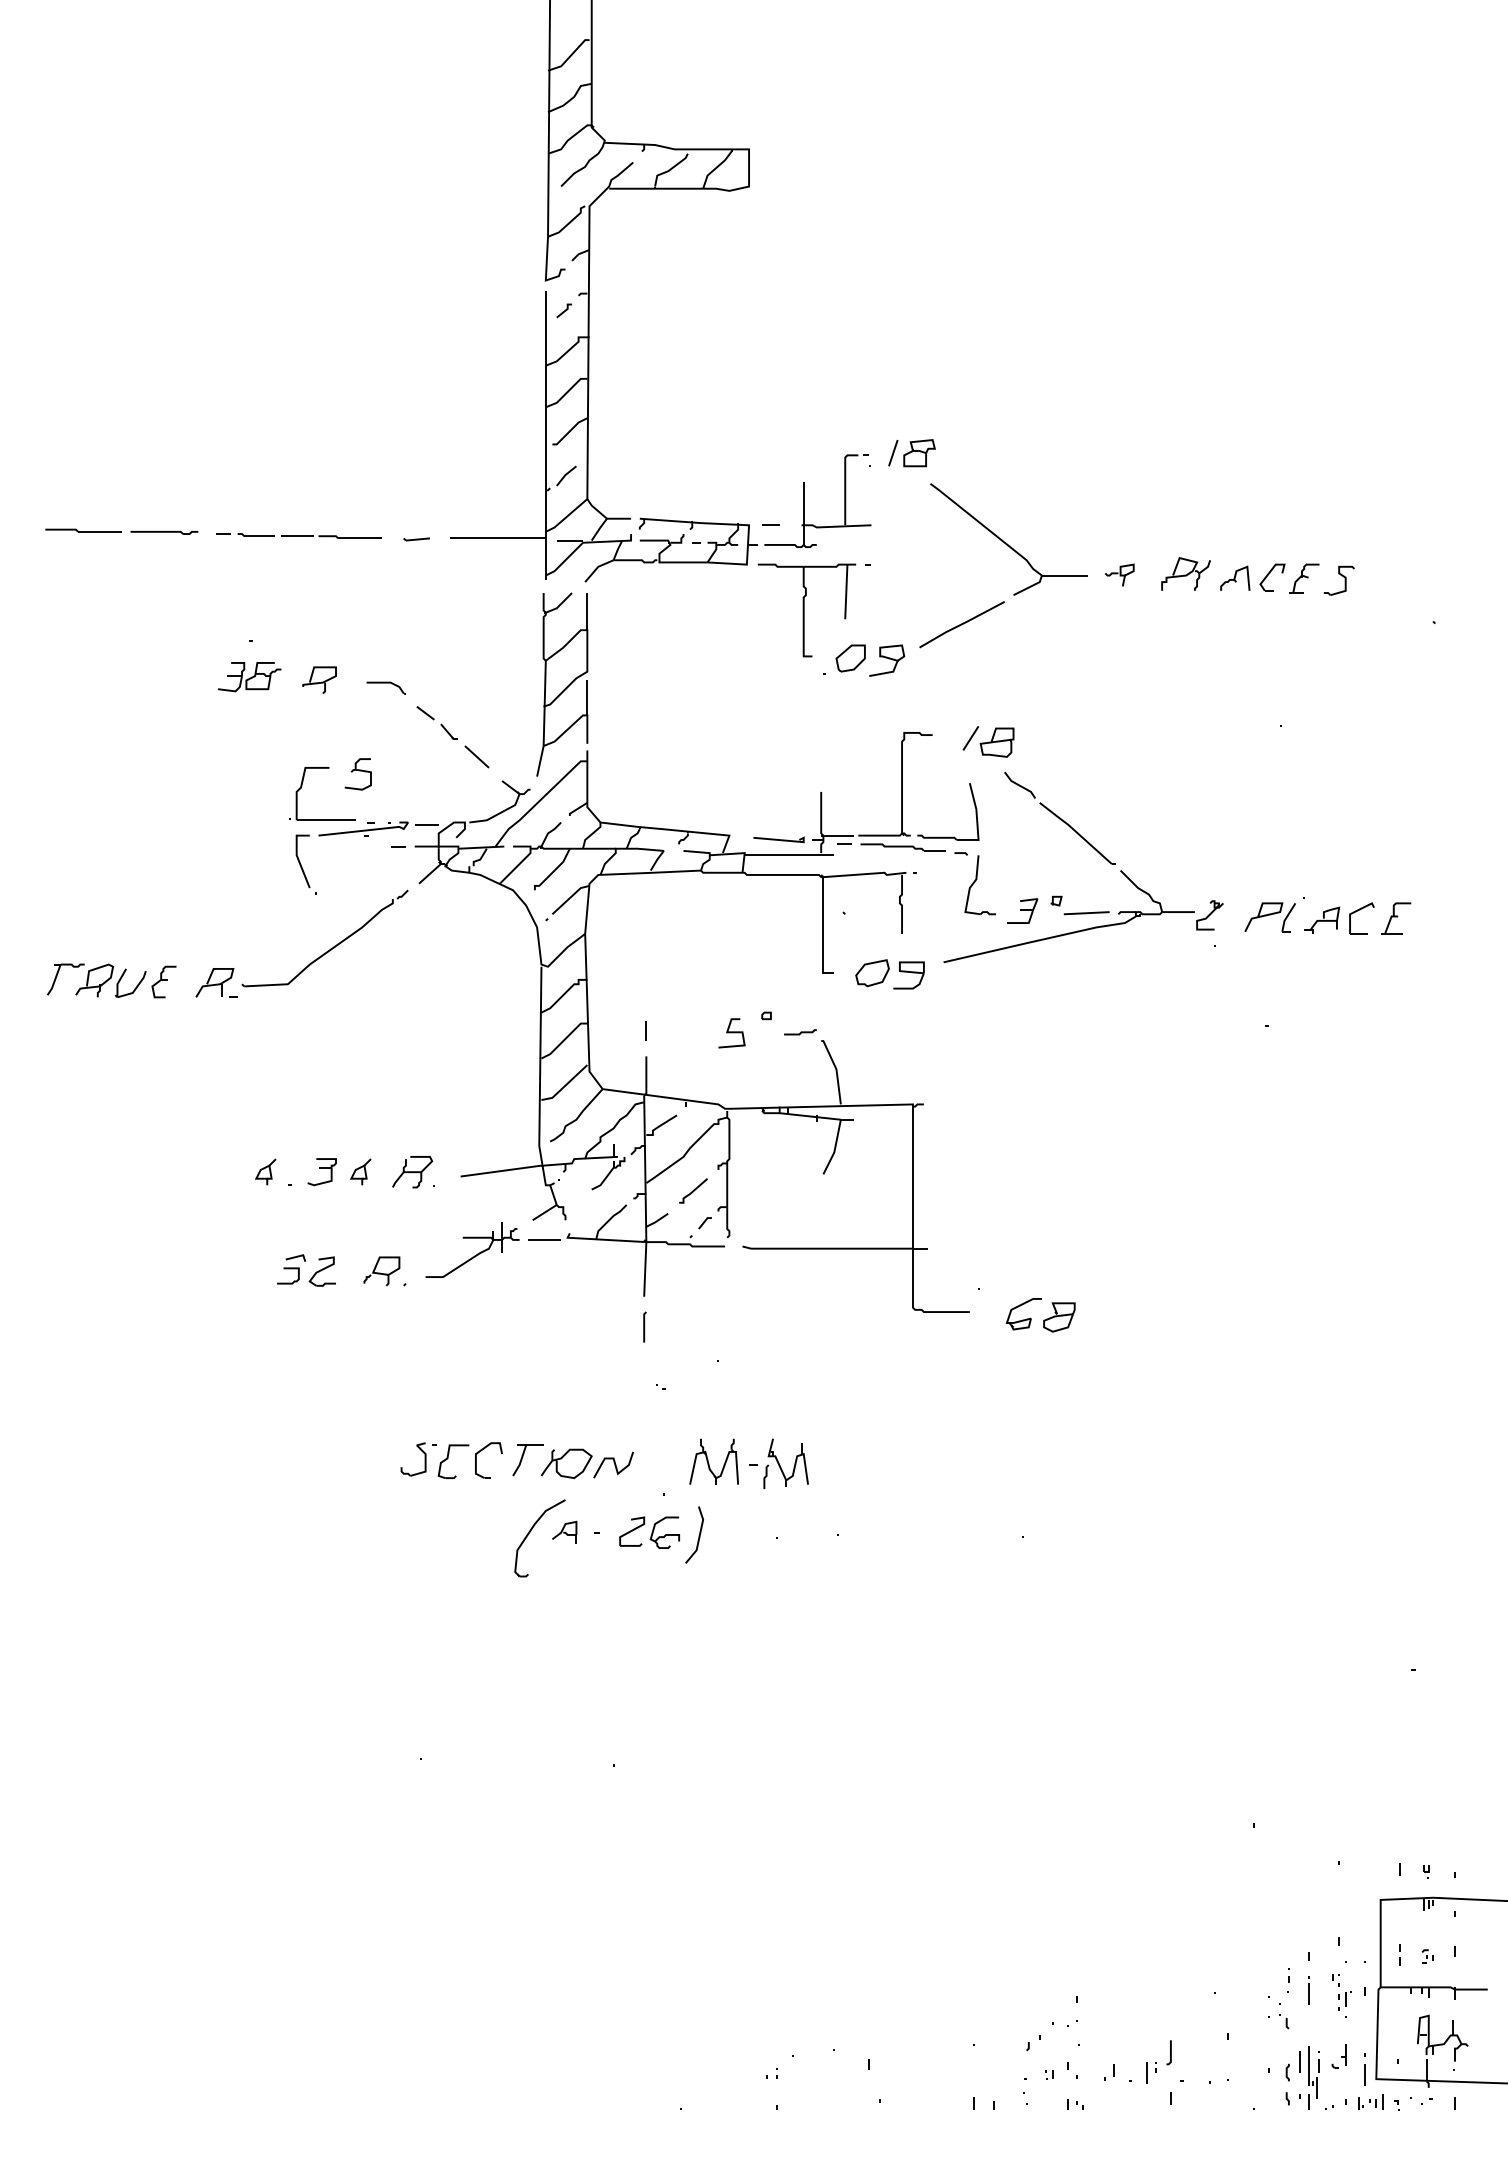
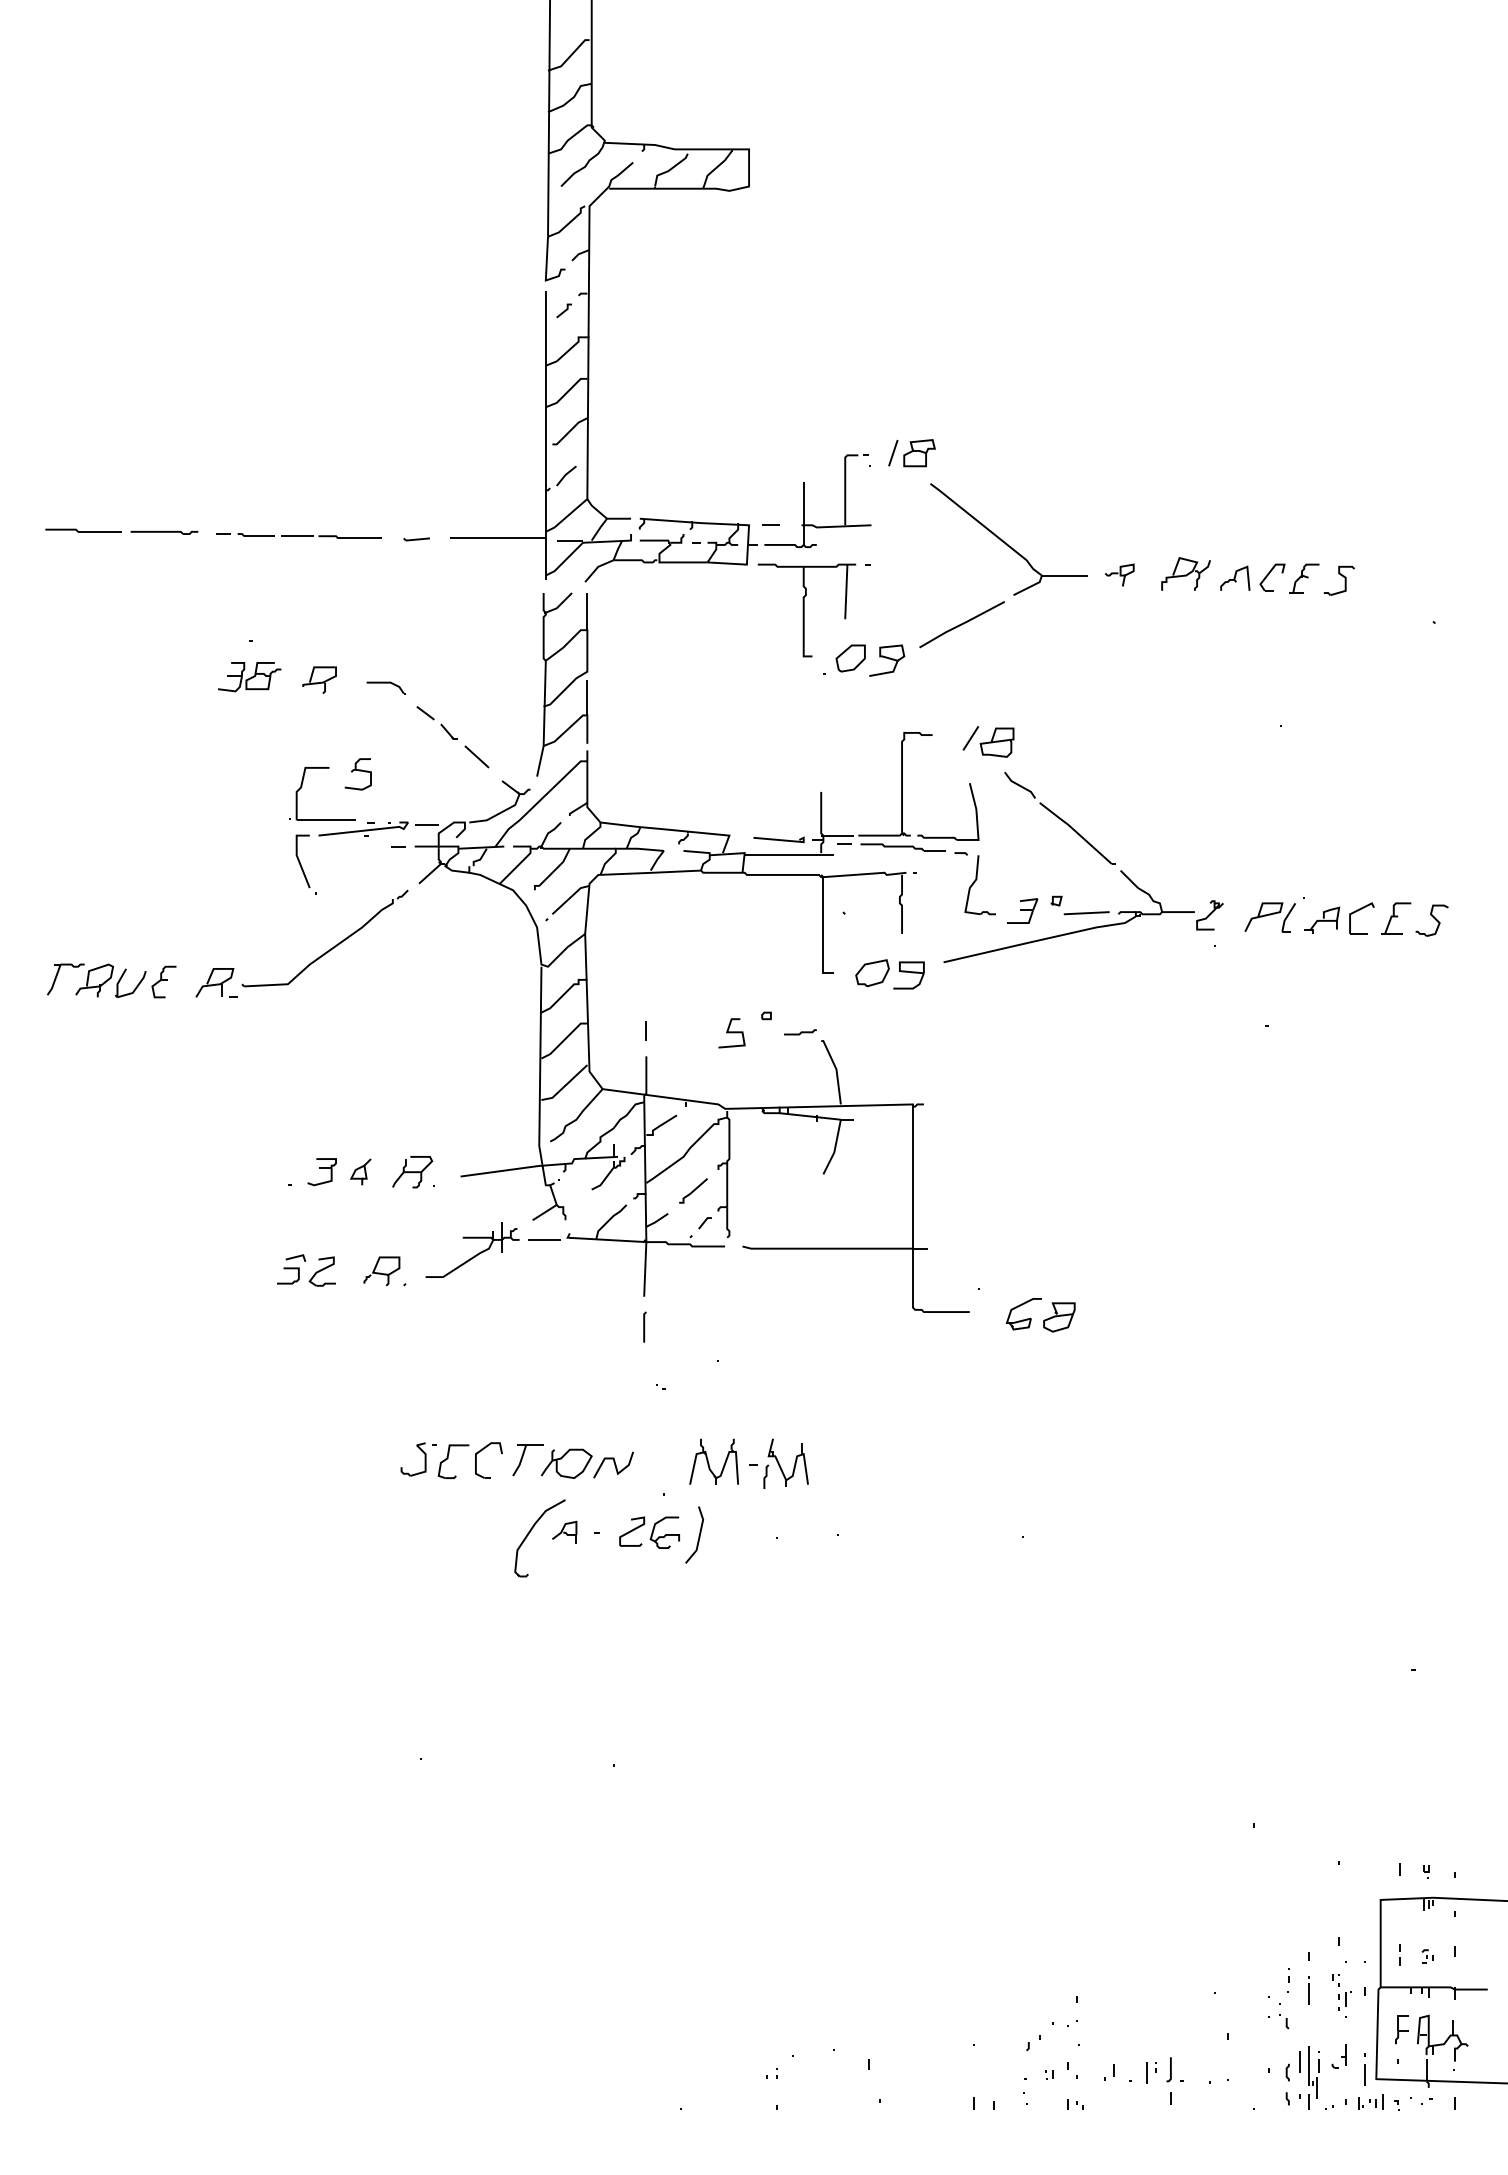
part at (1431, 920): none -> present
part at (265, 1171): present -> none
part at (1401, 2029): none -> present
line at (1170, 2052) position: (1170, 2052) -> (1170, 2069)
